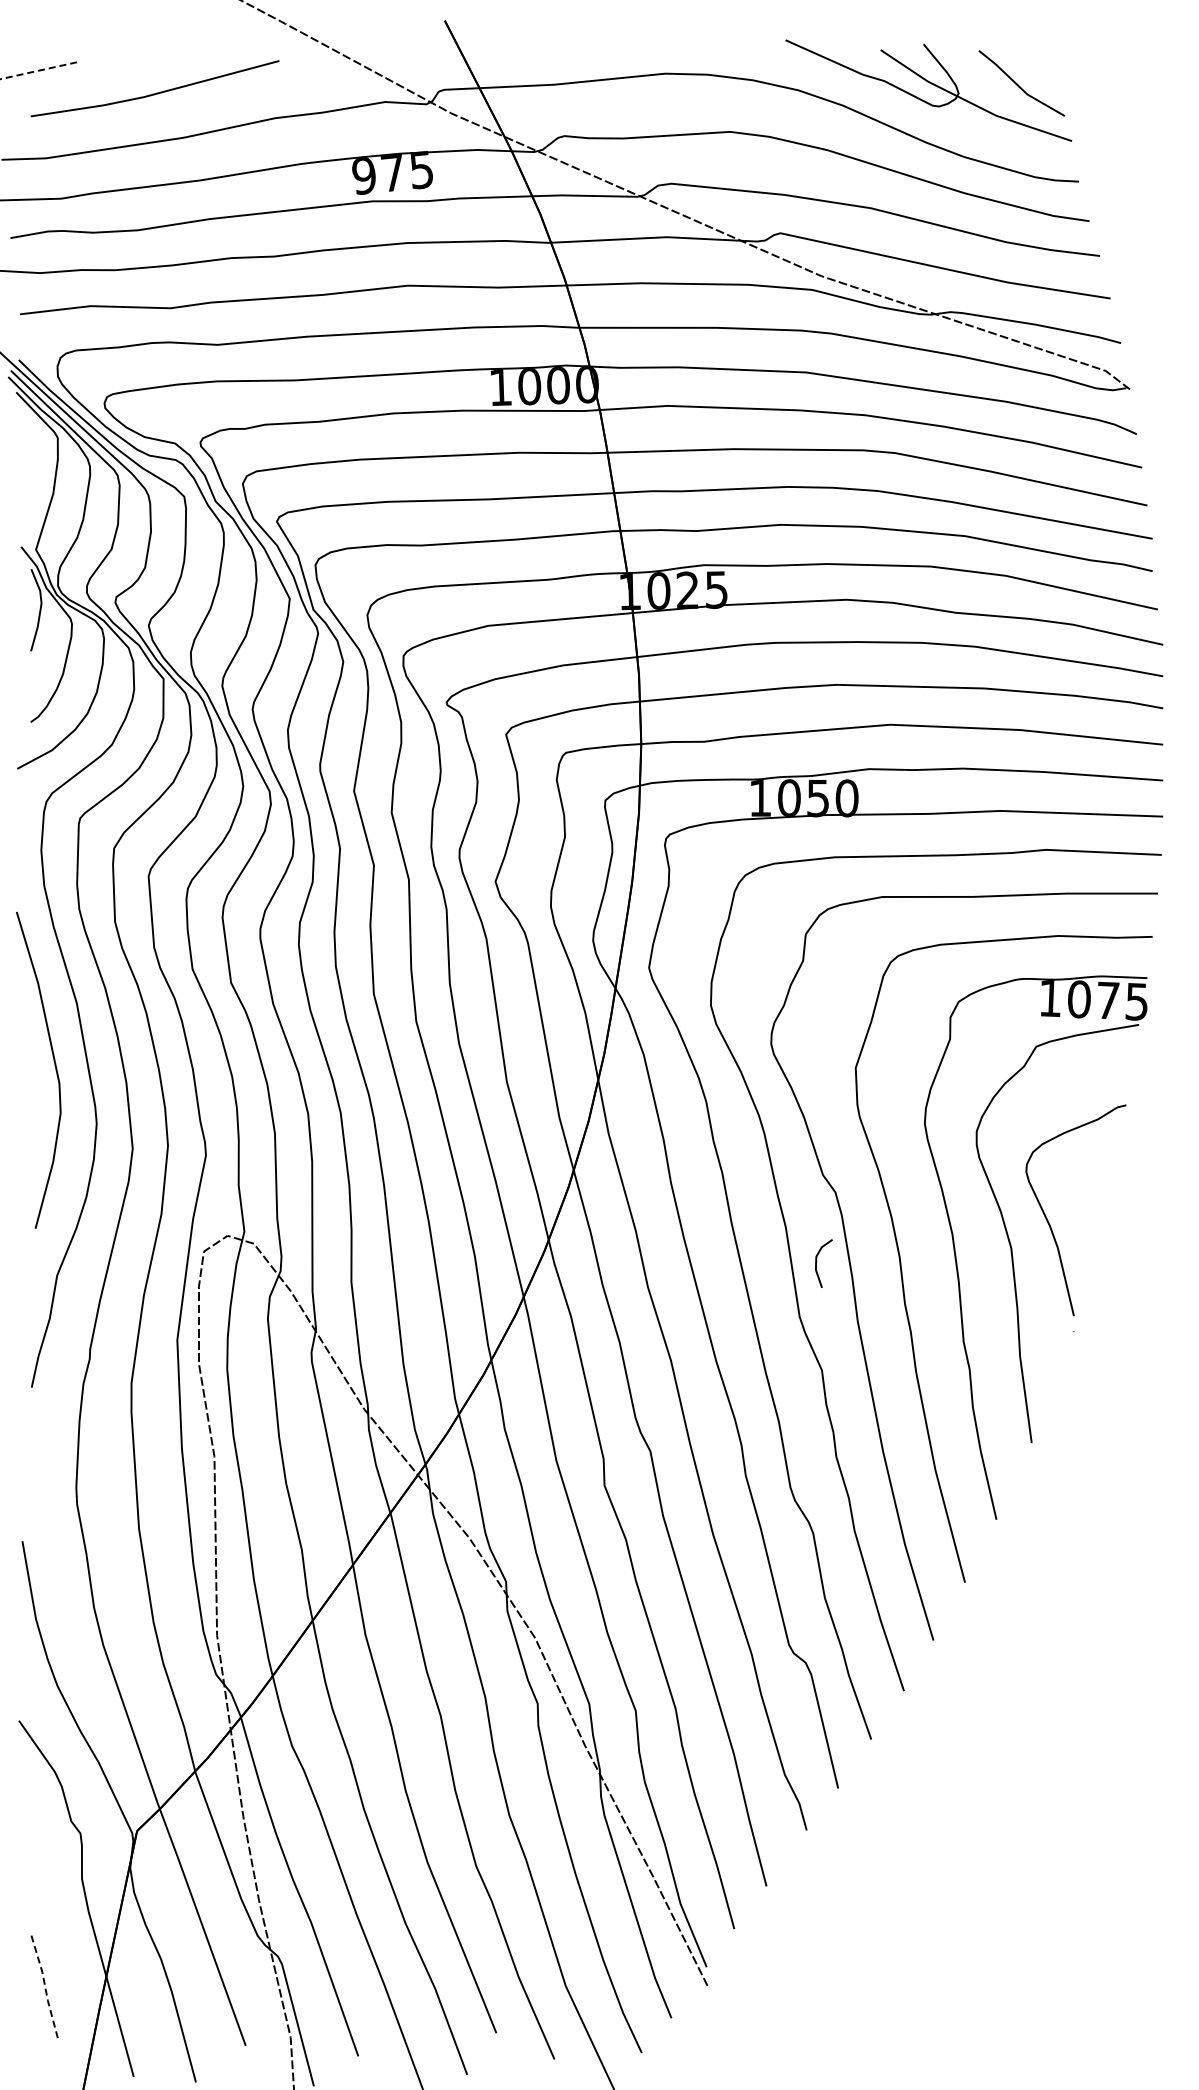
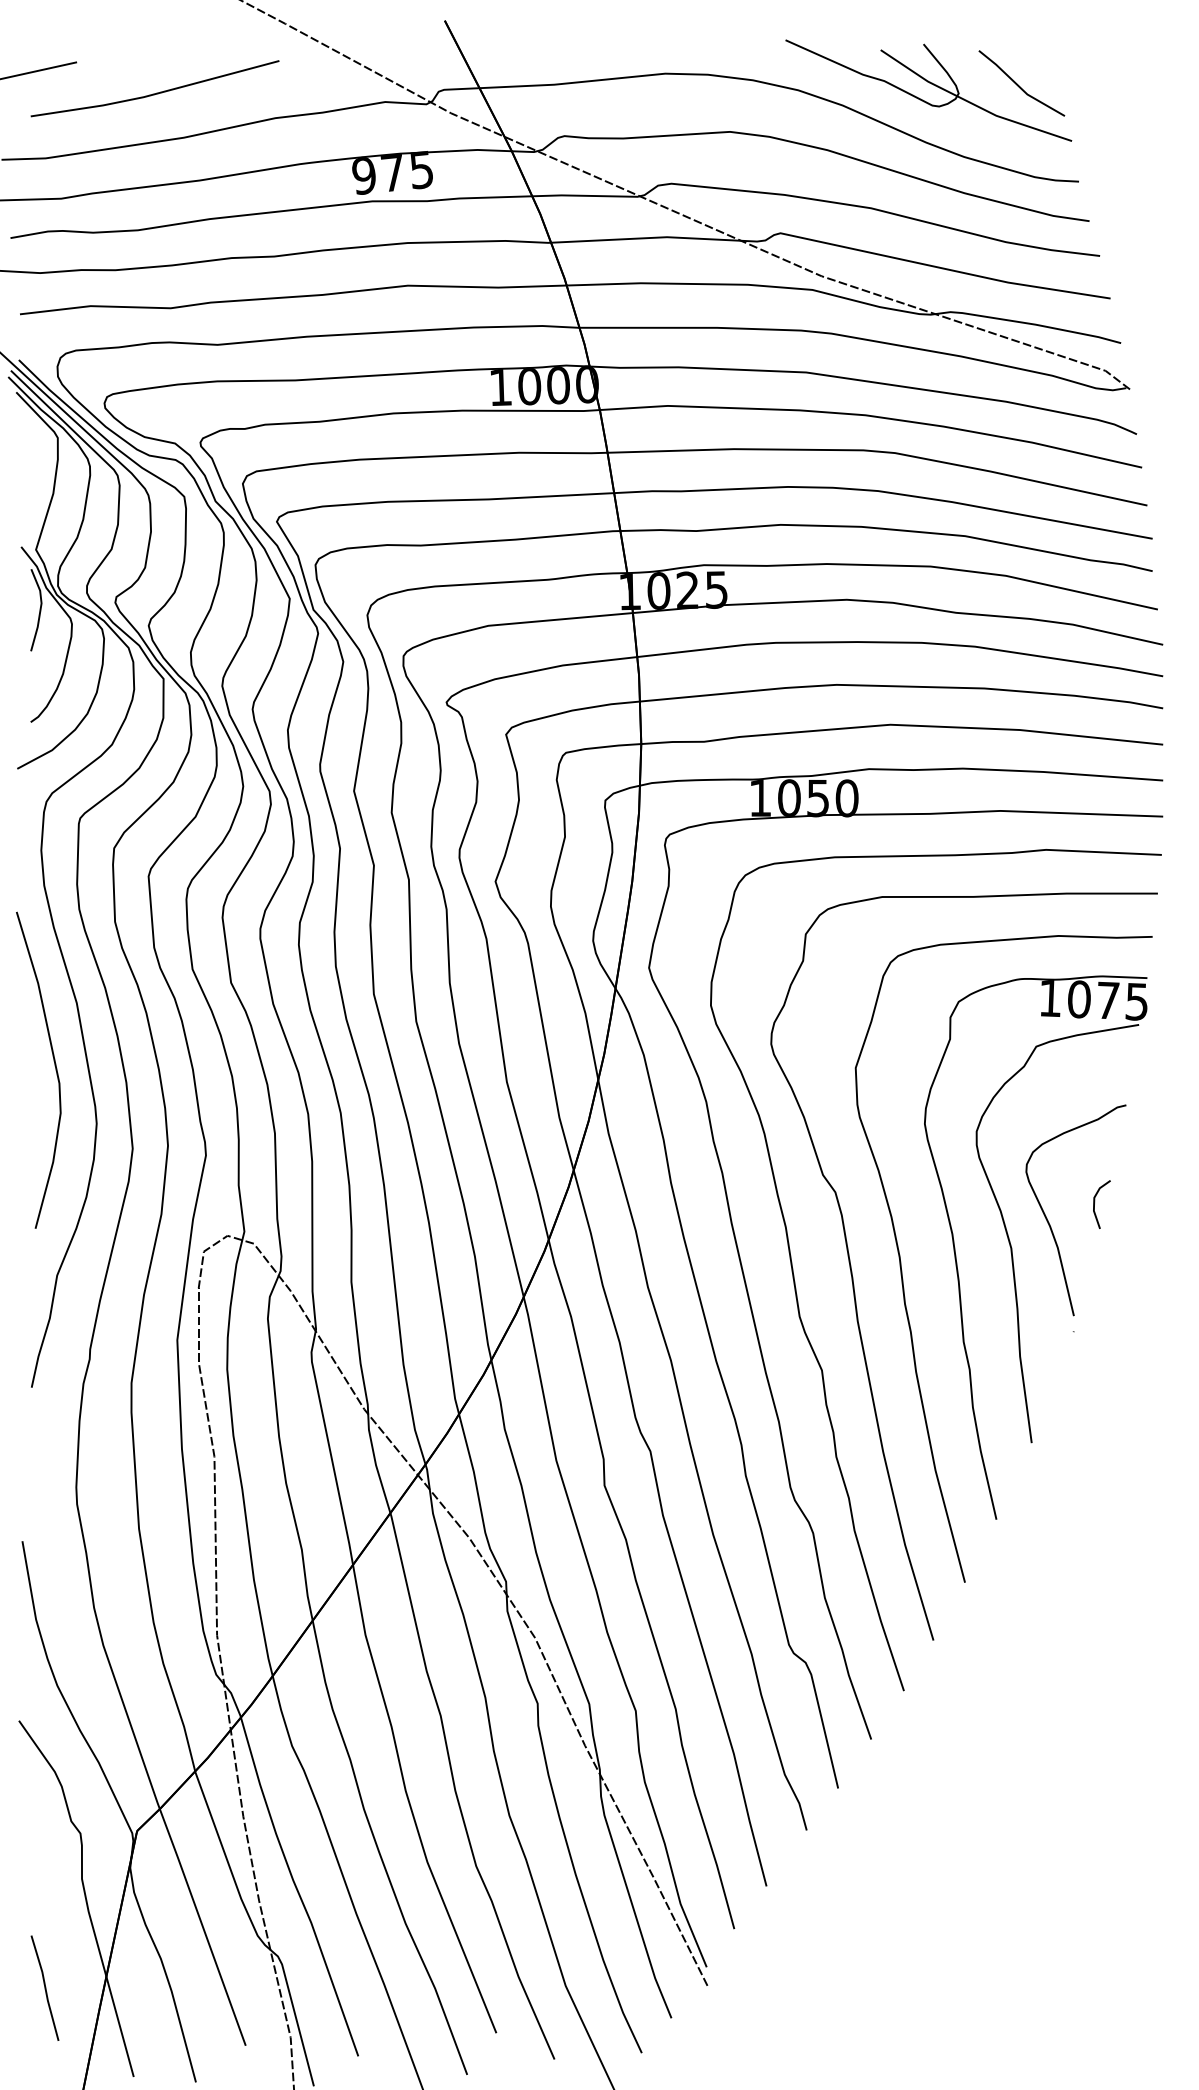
line at (38, 70): dashed -> solid
line at (817, 1261) position: (817, 1261) -> (1095, 1202)
line at (45, 1988): dashed -> solid
